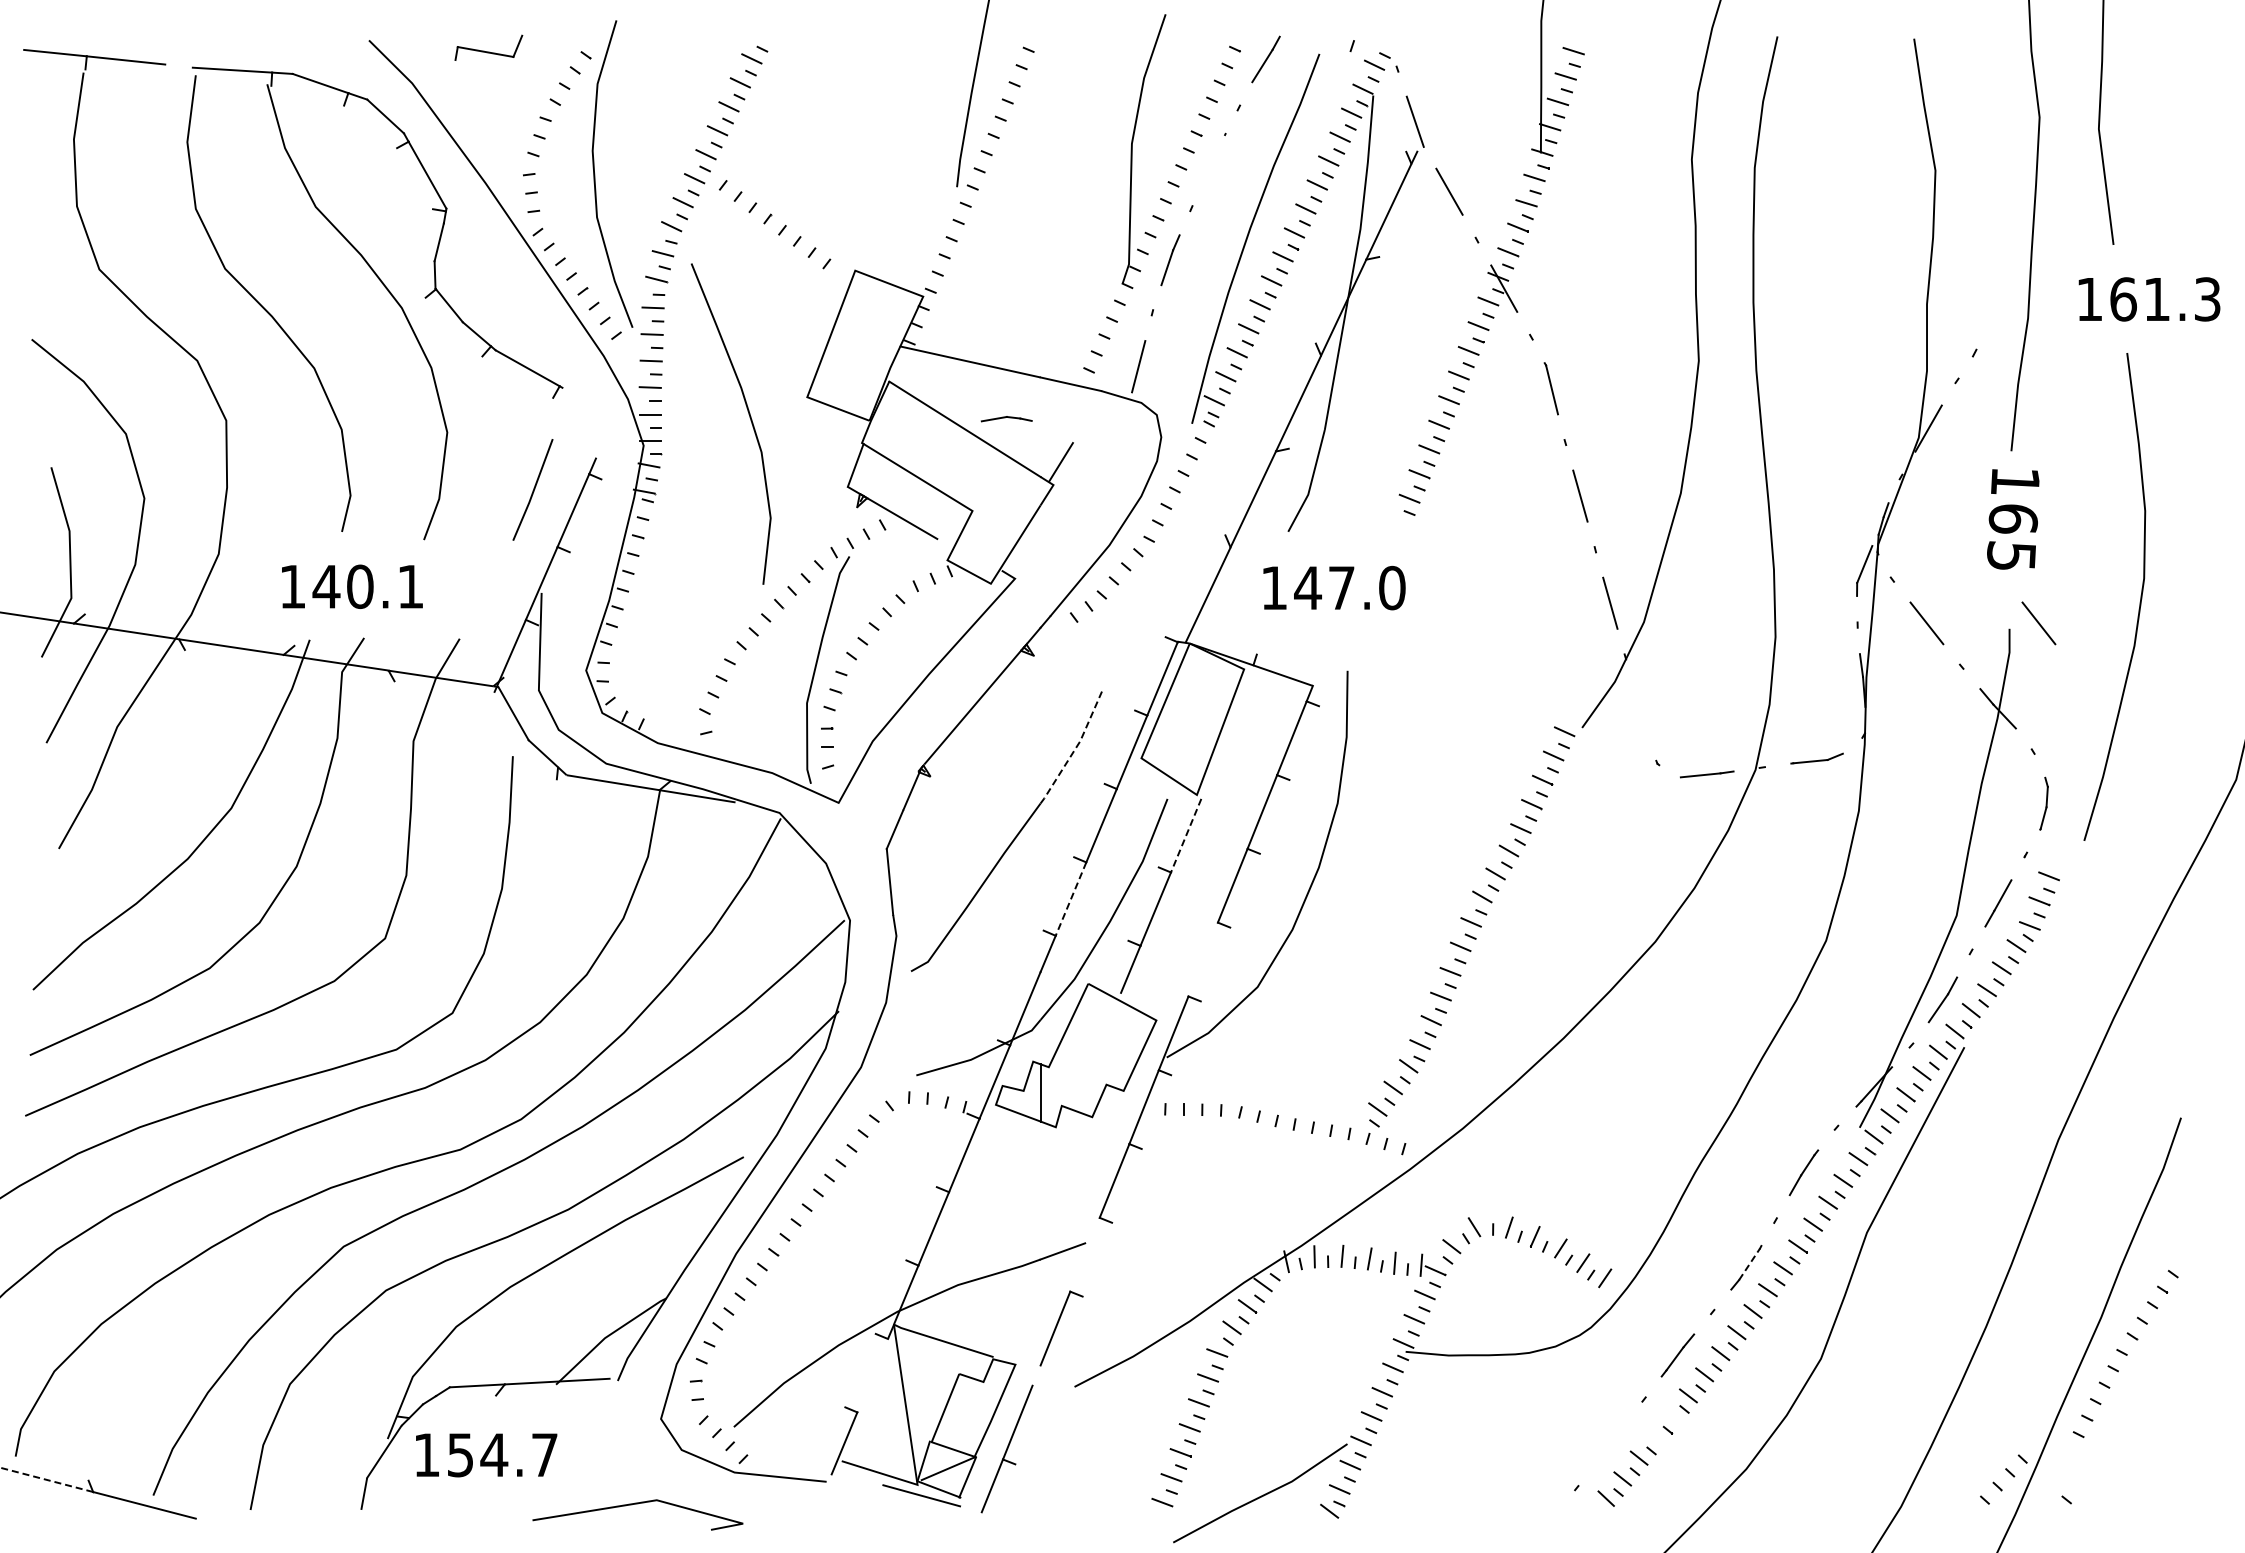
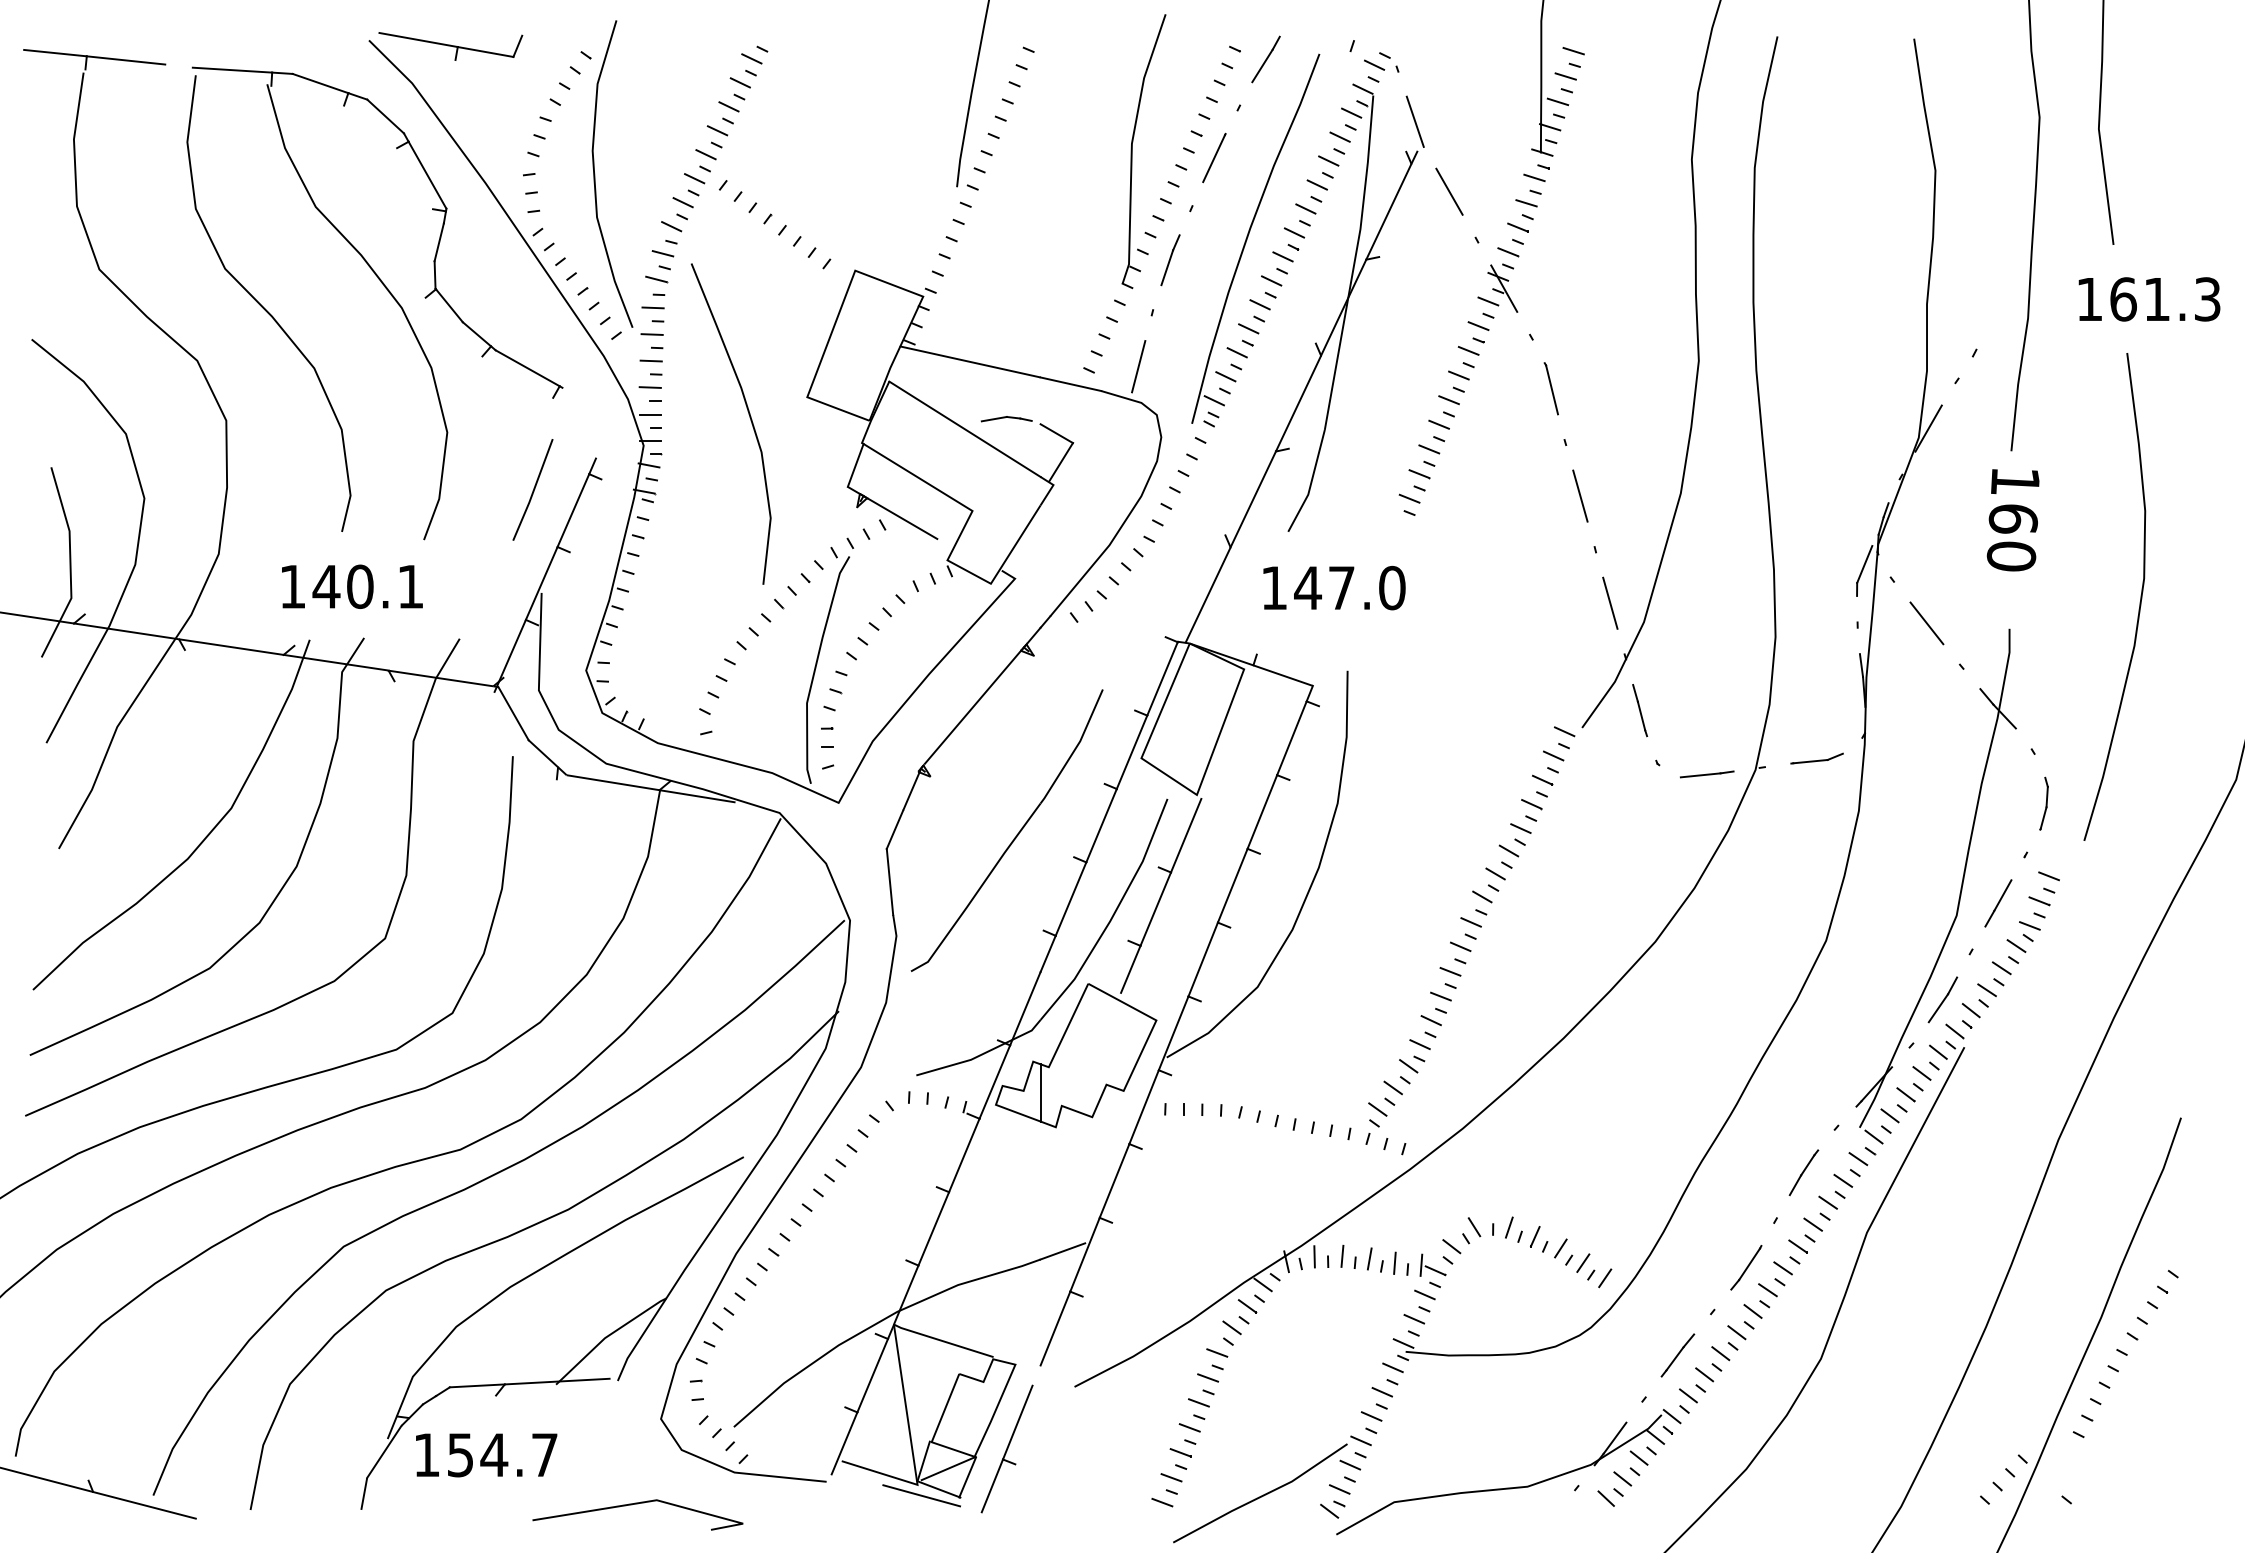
line at (418, 40): none -> present
line at (1214, 158): none -> present
line at (1056, 433): none -> present
text at (2011, 556): 165 -> 160
line at (2038, 623): present -> none
line at (1640, 710): none -> present
line at (1075, 748): dashed -> solid
line at (1186, 835): dashed -> solid
line at (1071, 899): dashed -> solid
line at (1202, 959): none -> present
line at (1084, 1254): none -> present
line at (1749, 1264): dashed -> solid
line at (872, 1375): none -> present
line at (46, 1479): dashed -> solid
part at (1508, 1487): none -> present
